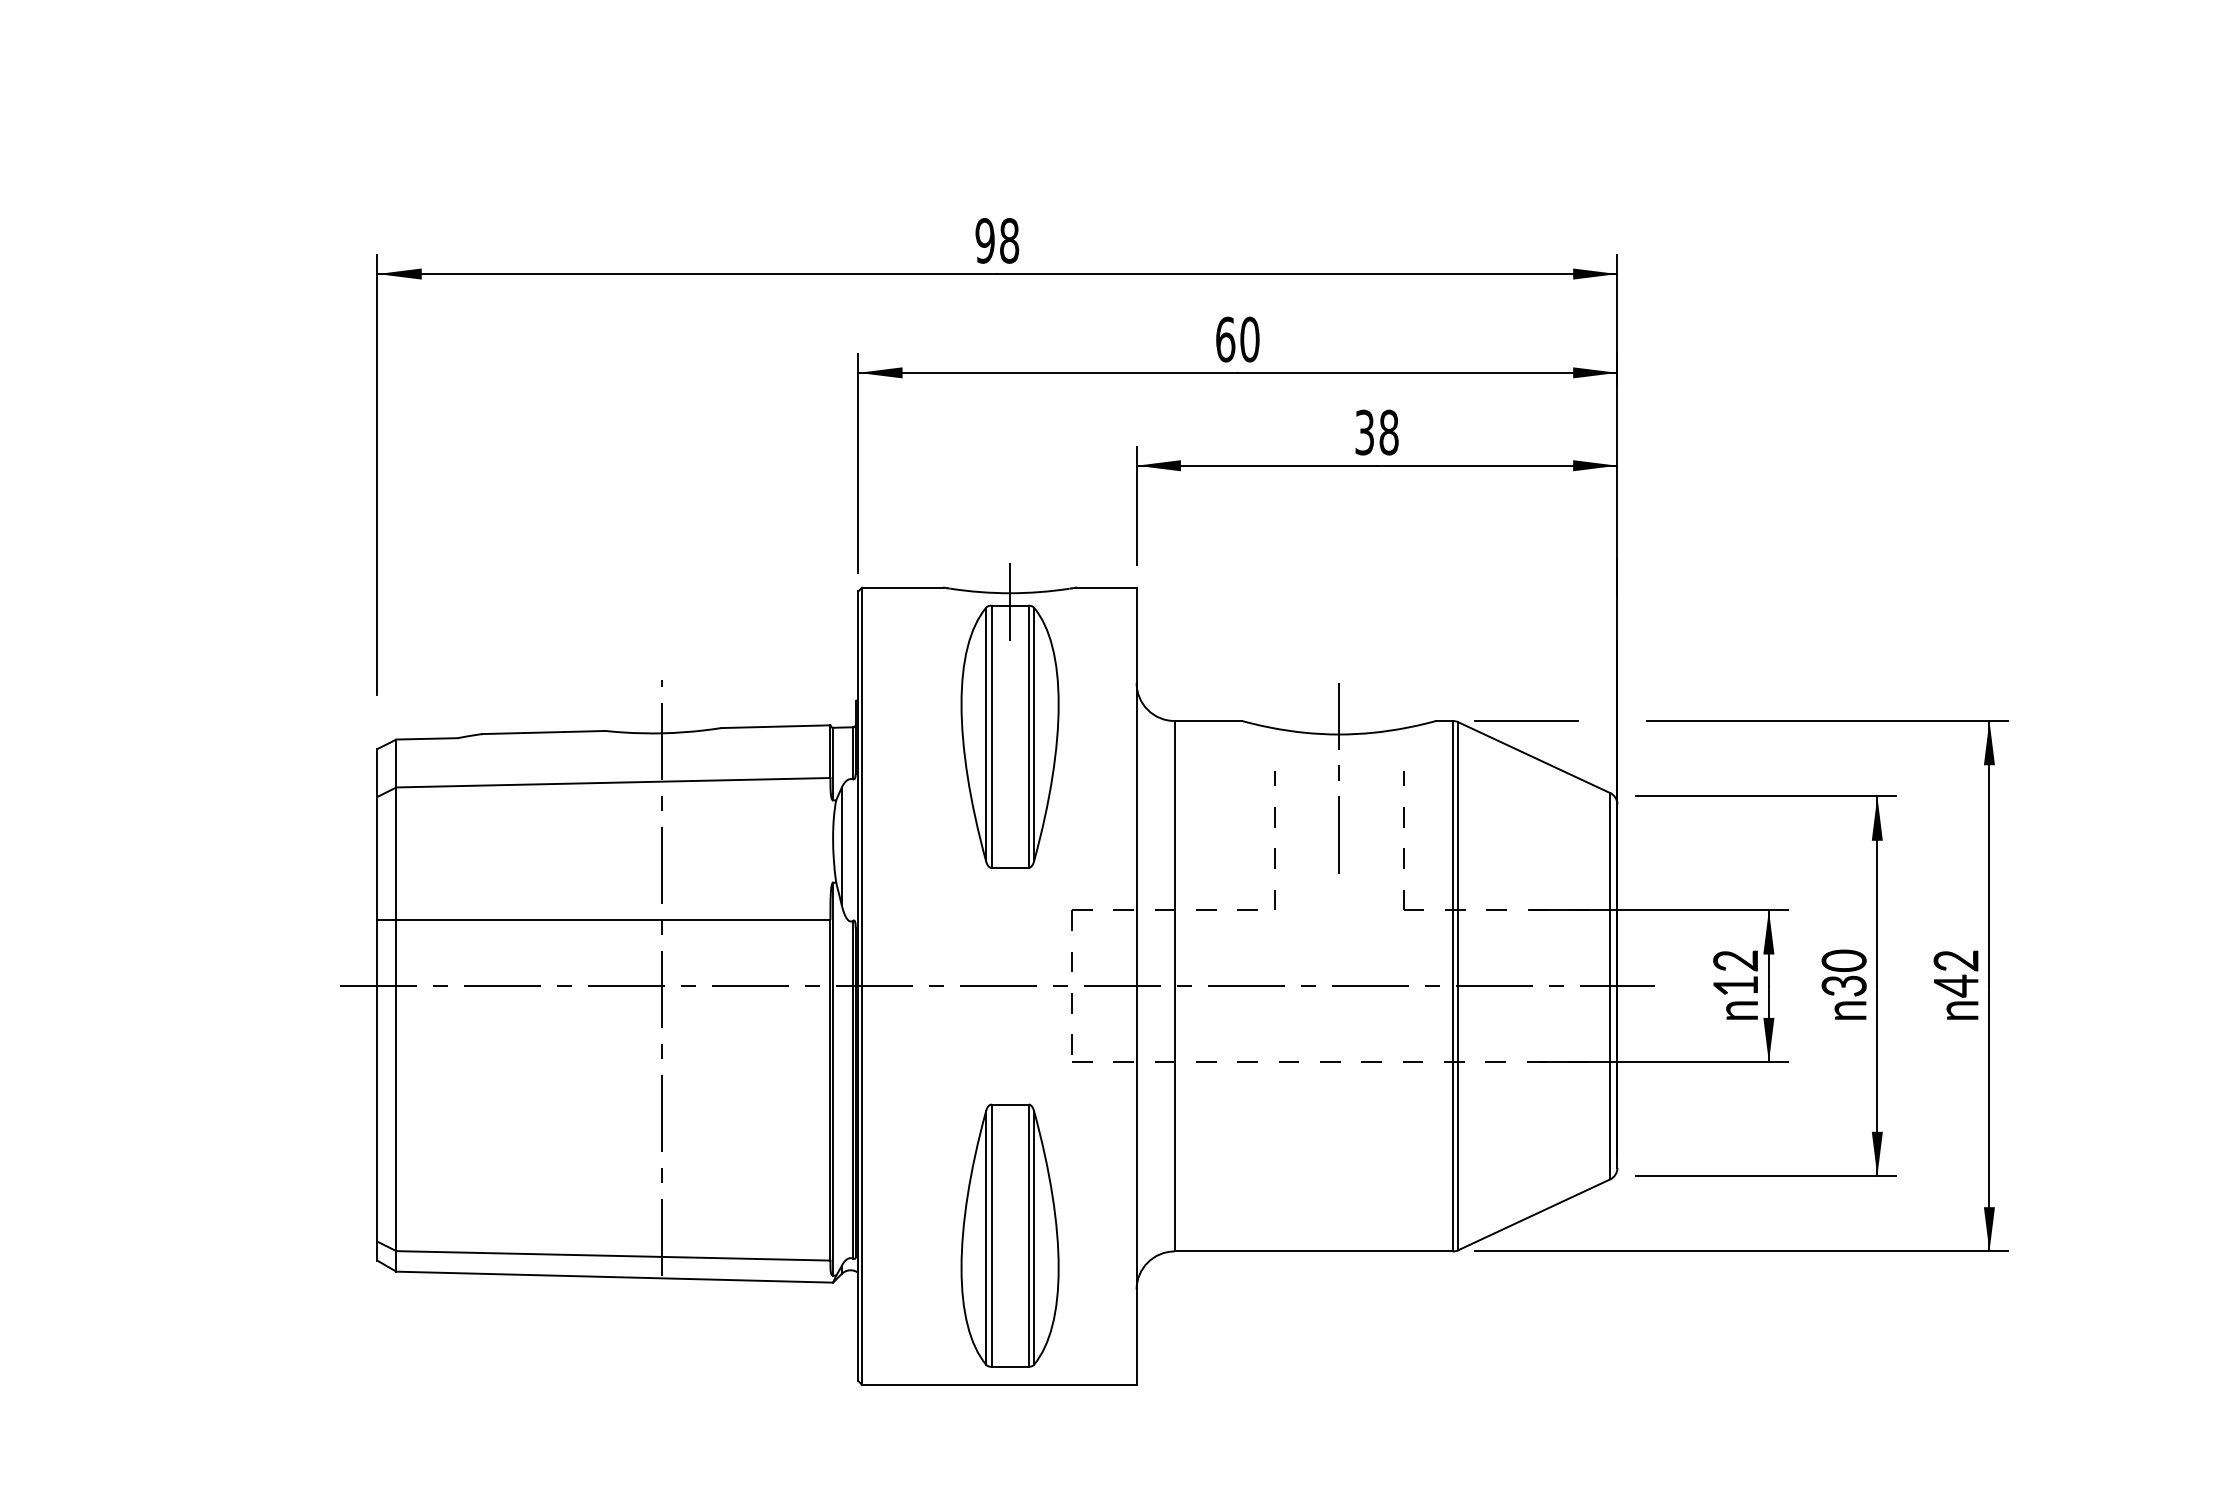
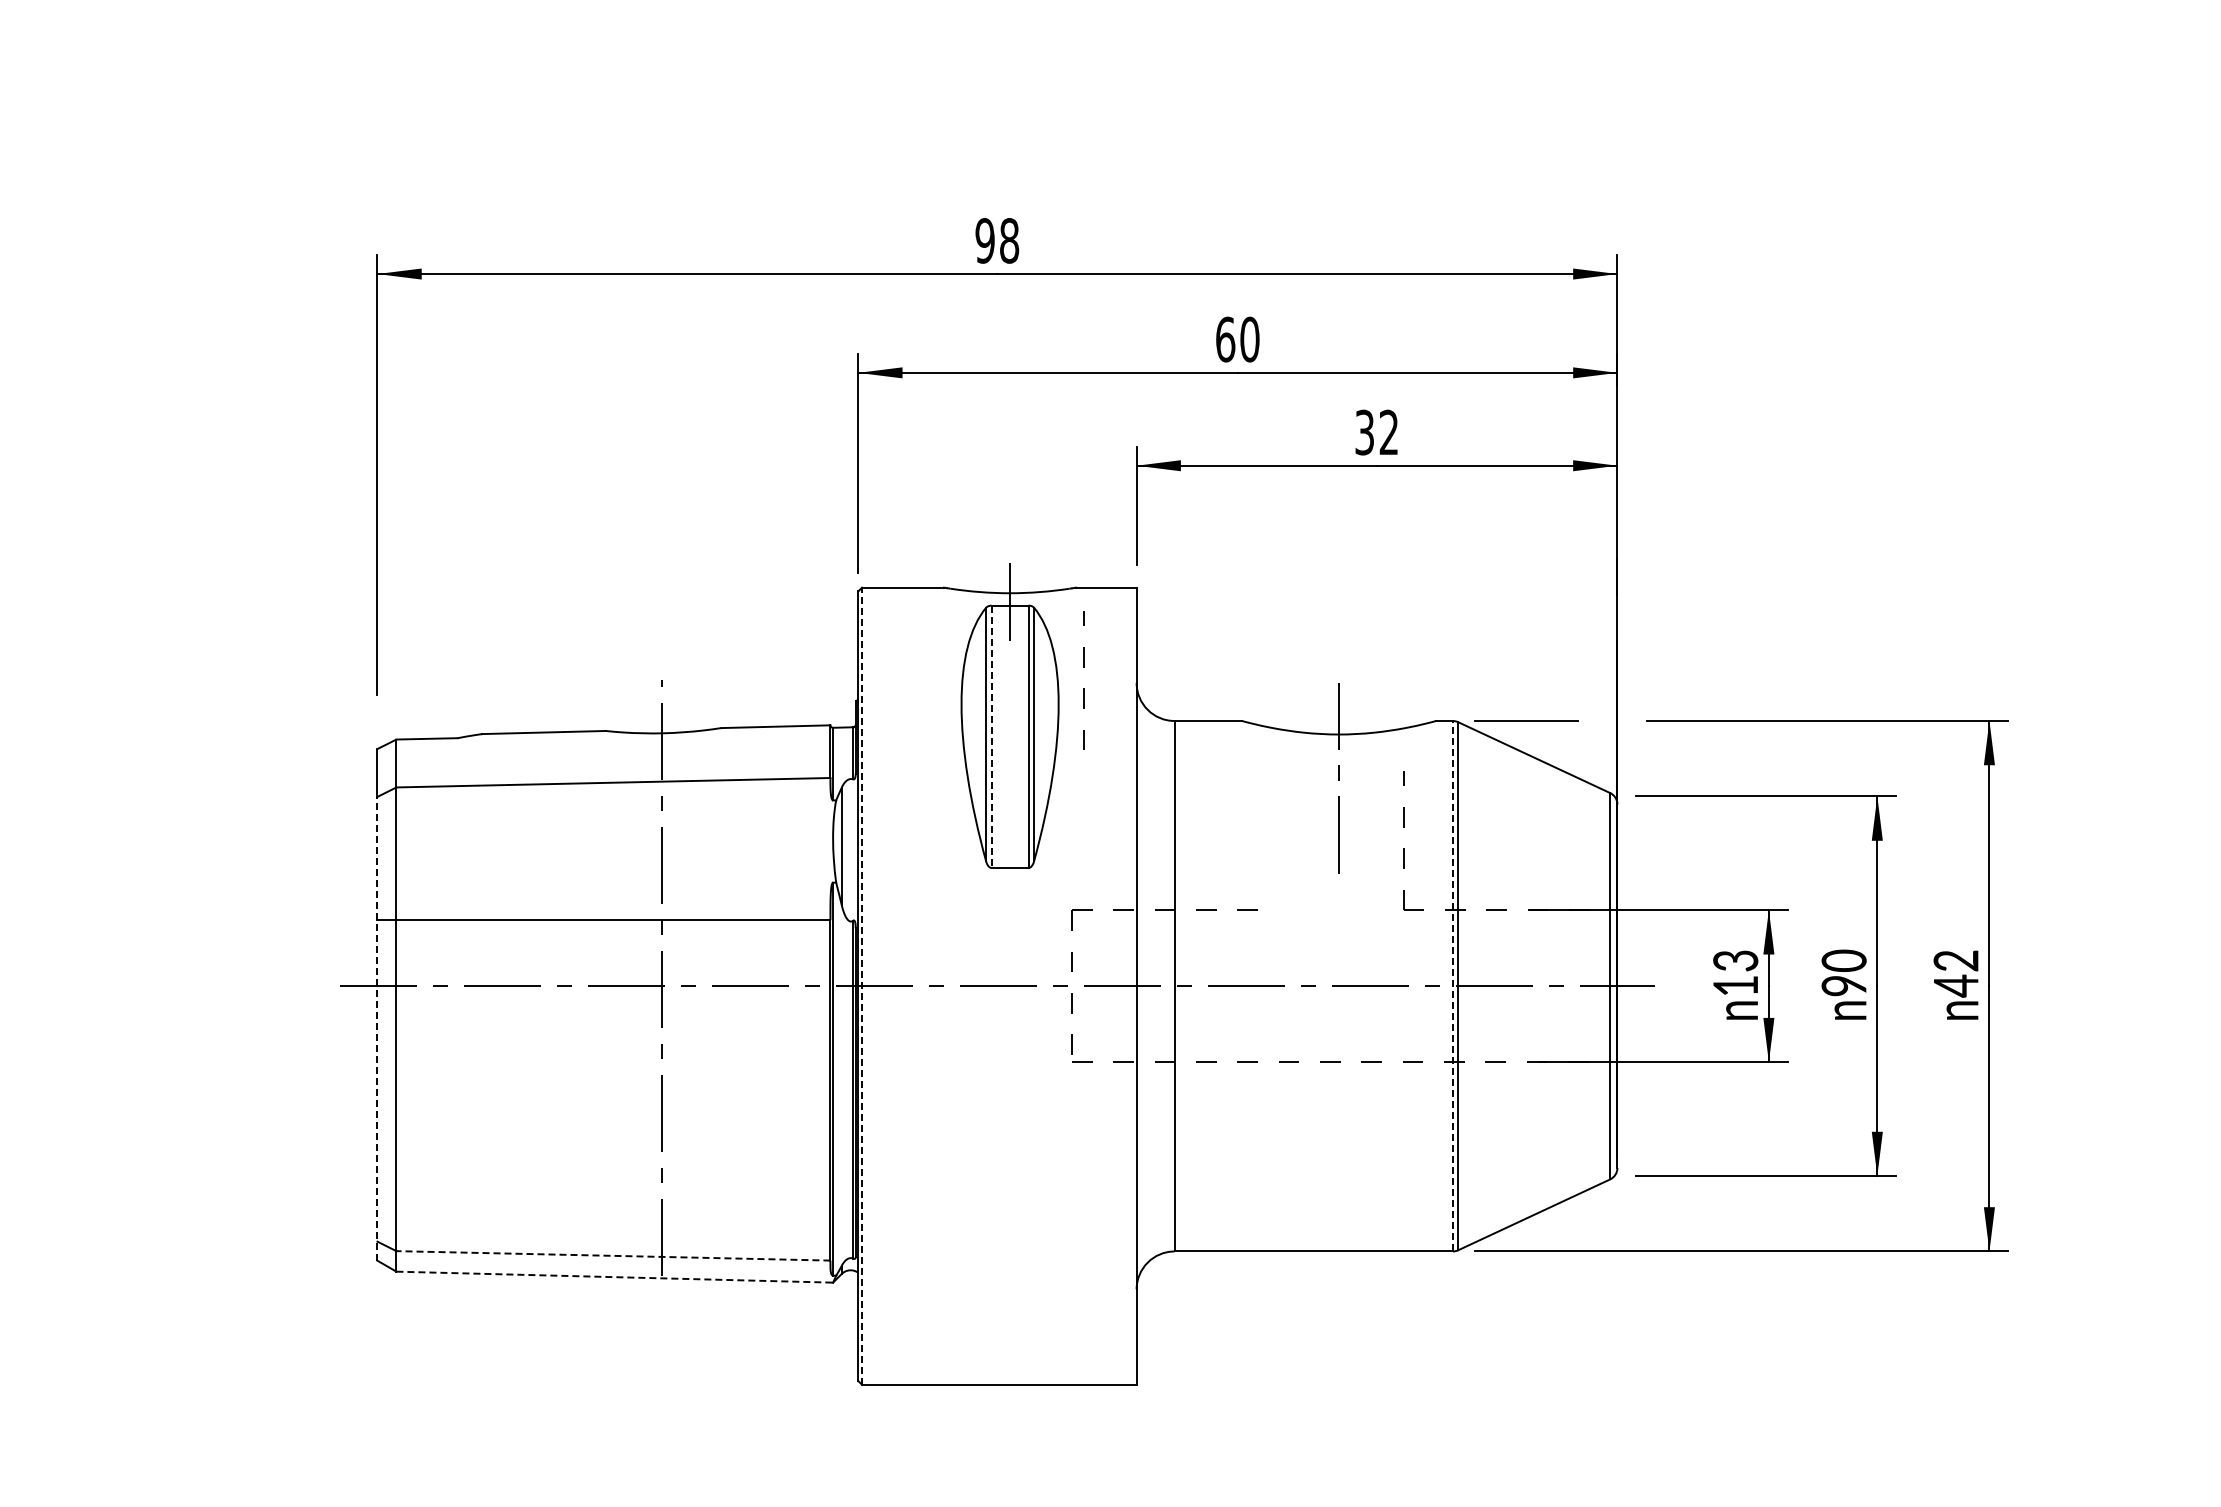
text at (1388, 432): 38 -> 32
line at (991, 737): solid -> dashed
line at (1274, 848) position: (1274, 848) -> (1083, 688)
text at (1736, 960): 12 -> 13
line at (1452, 985): solid -> dashed
text at (1843, 985): 30 -> 90
line at (862, 986): solid -> dashed
line at (377, 1028): solid -> dashed
part at (1009, 1235): present -> none
line at (612, 1255): solid -> dashed
line at (615, 1277): solid -> dashed
